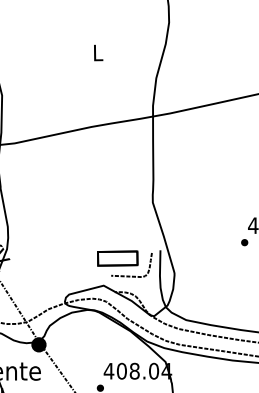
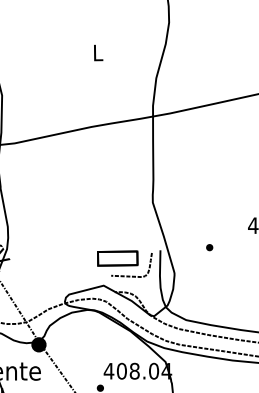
part at (244, 242) position: (244, 242) -> (209, 247)
